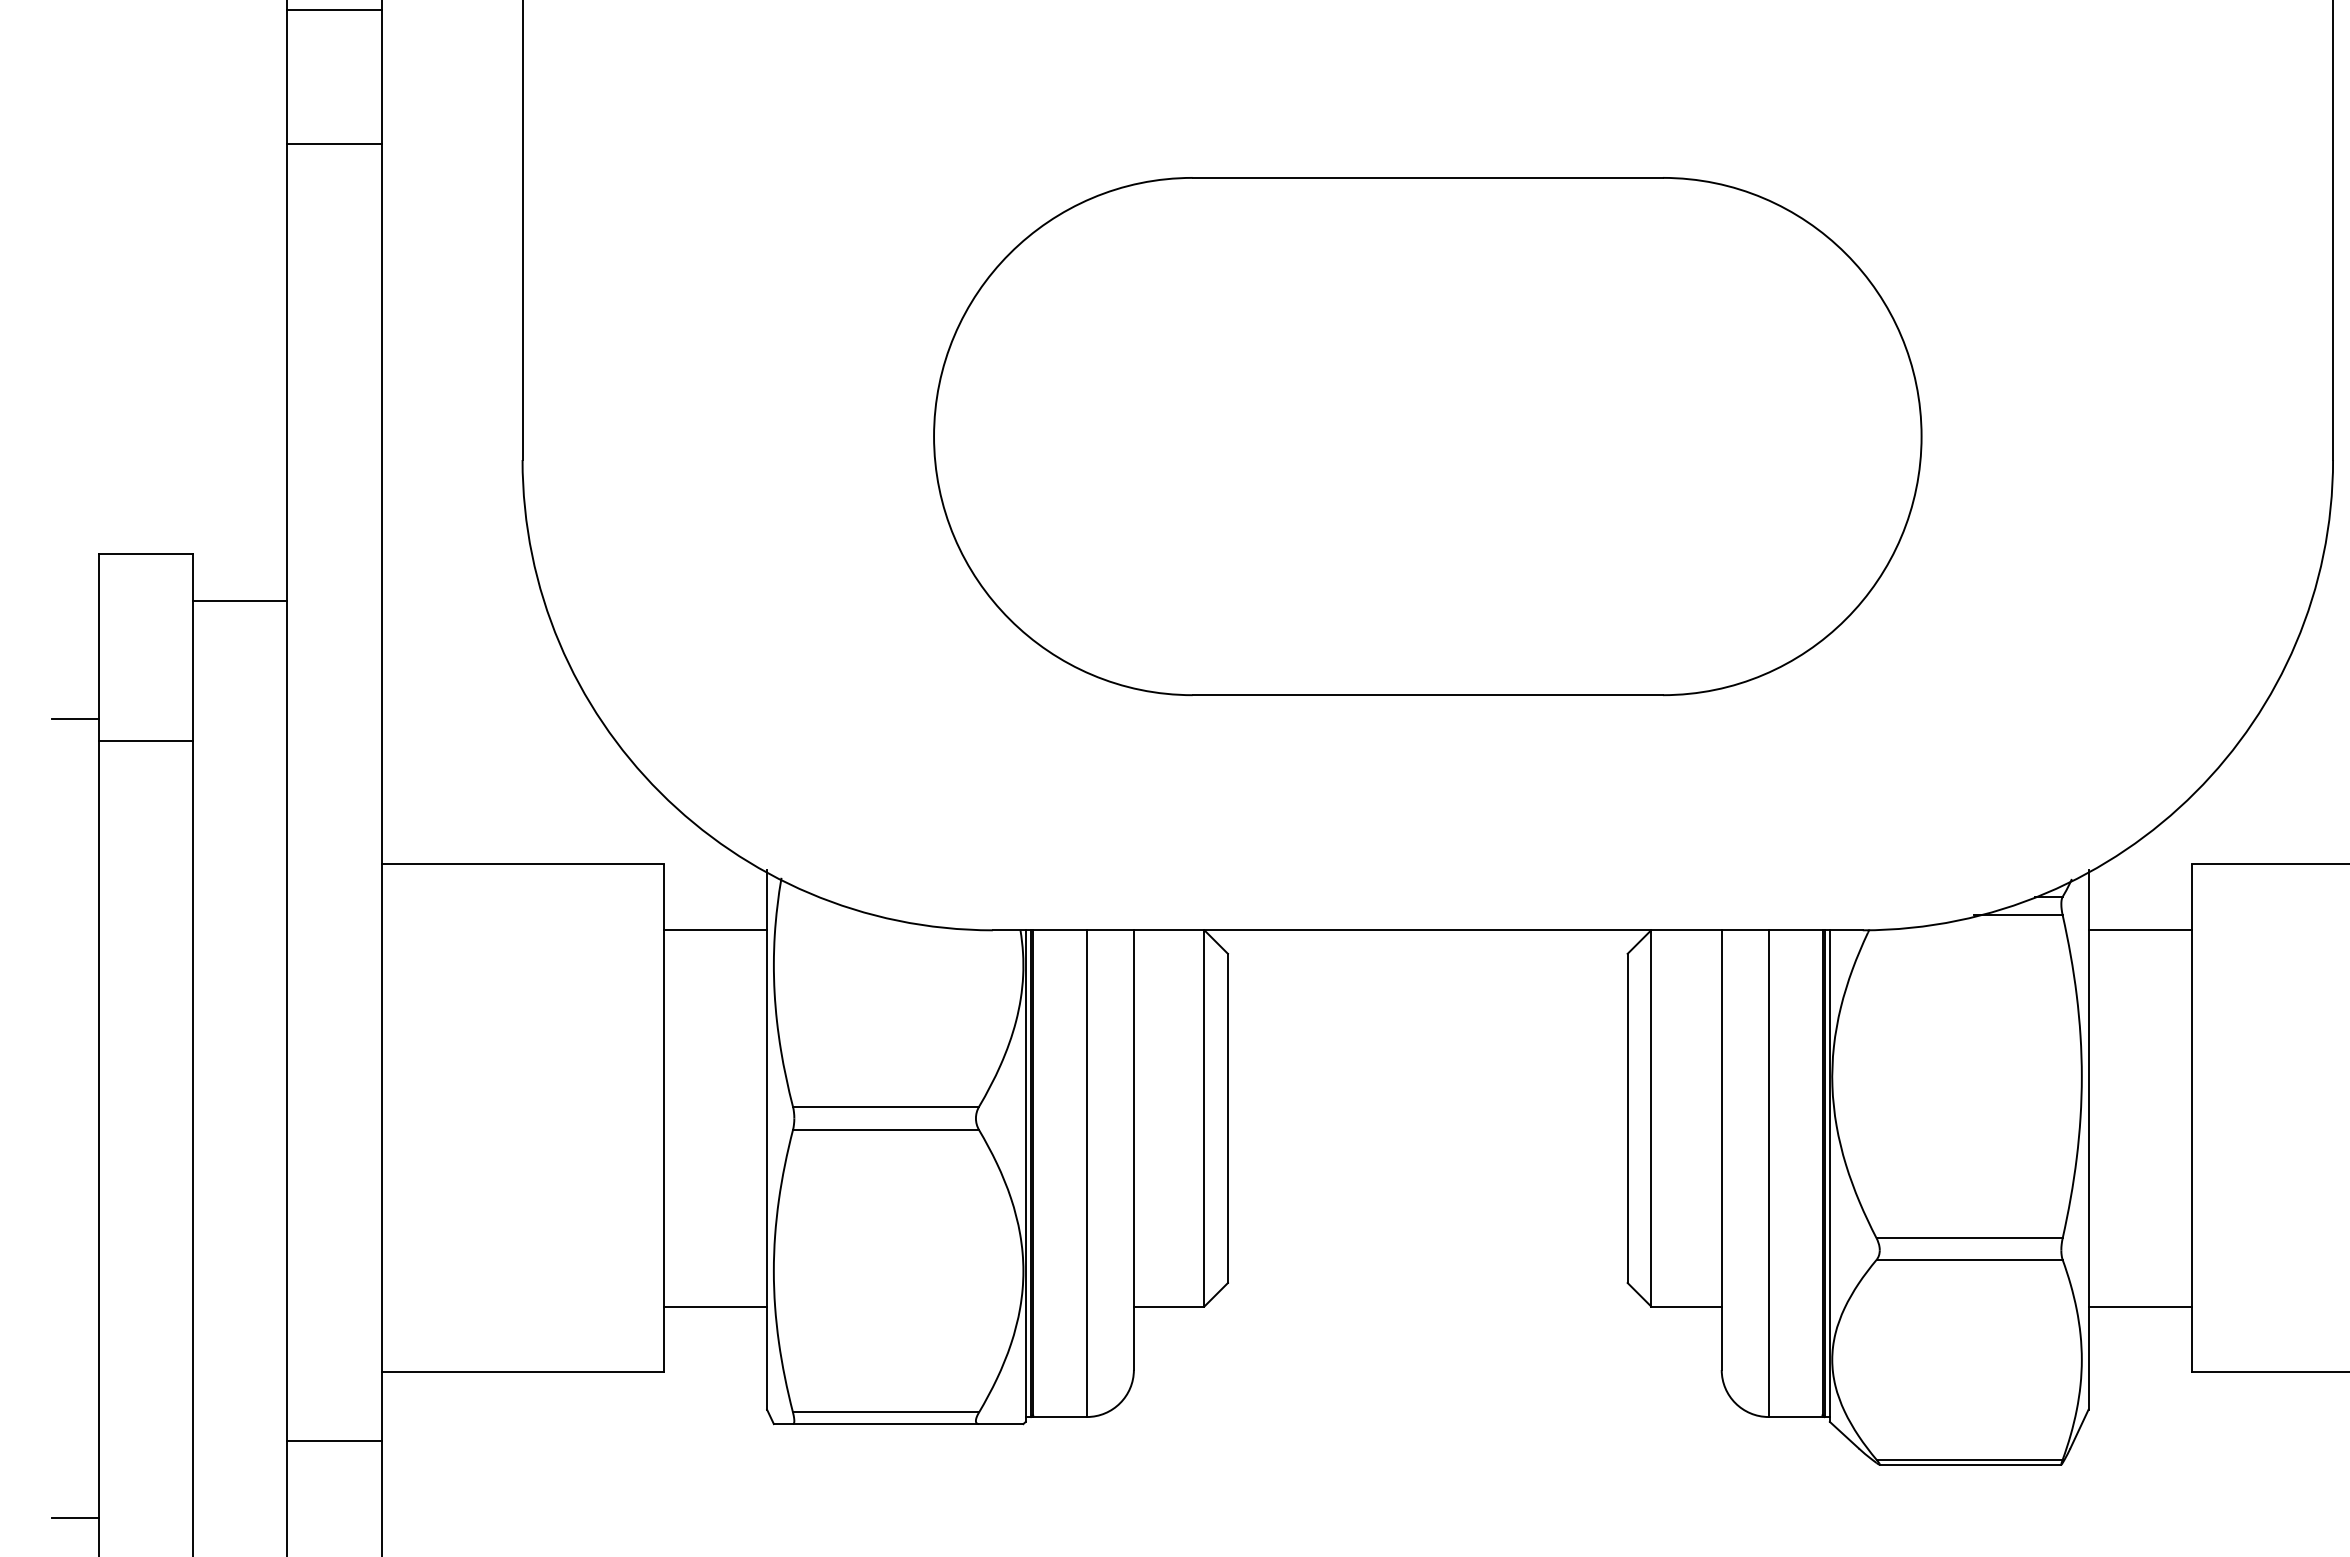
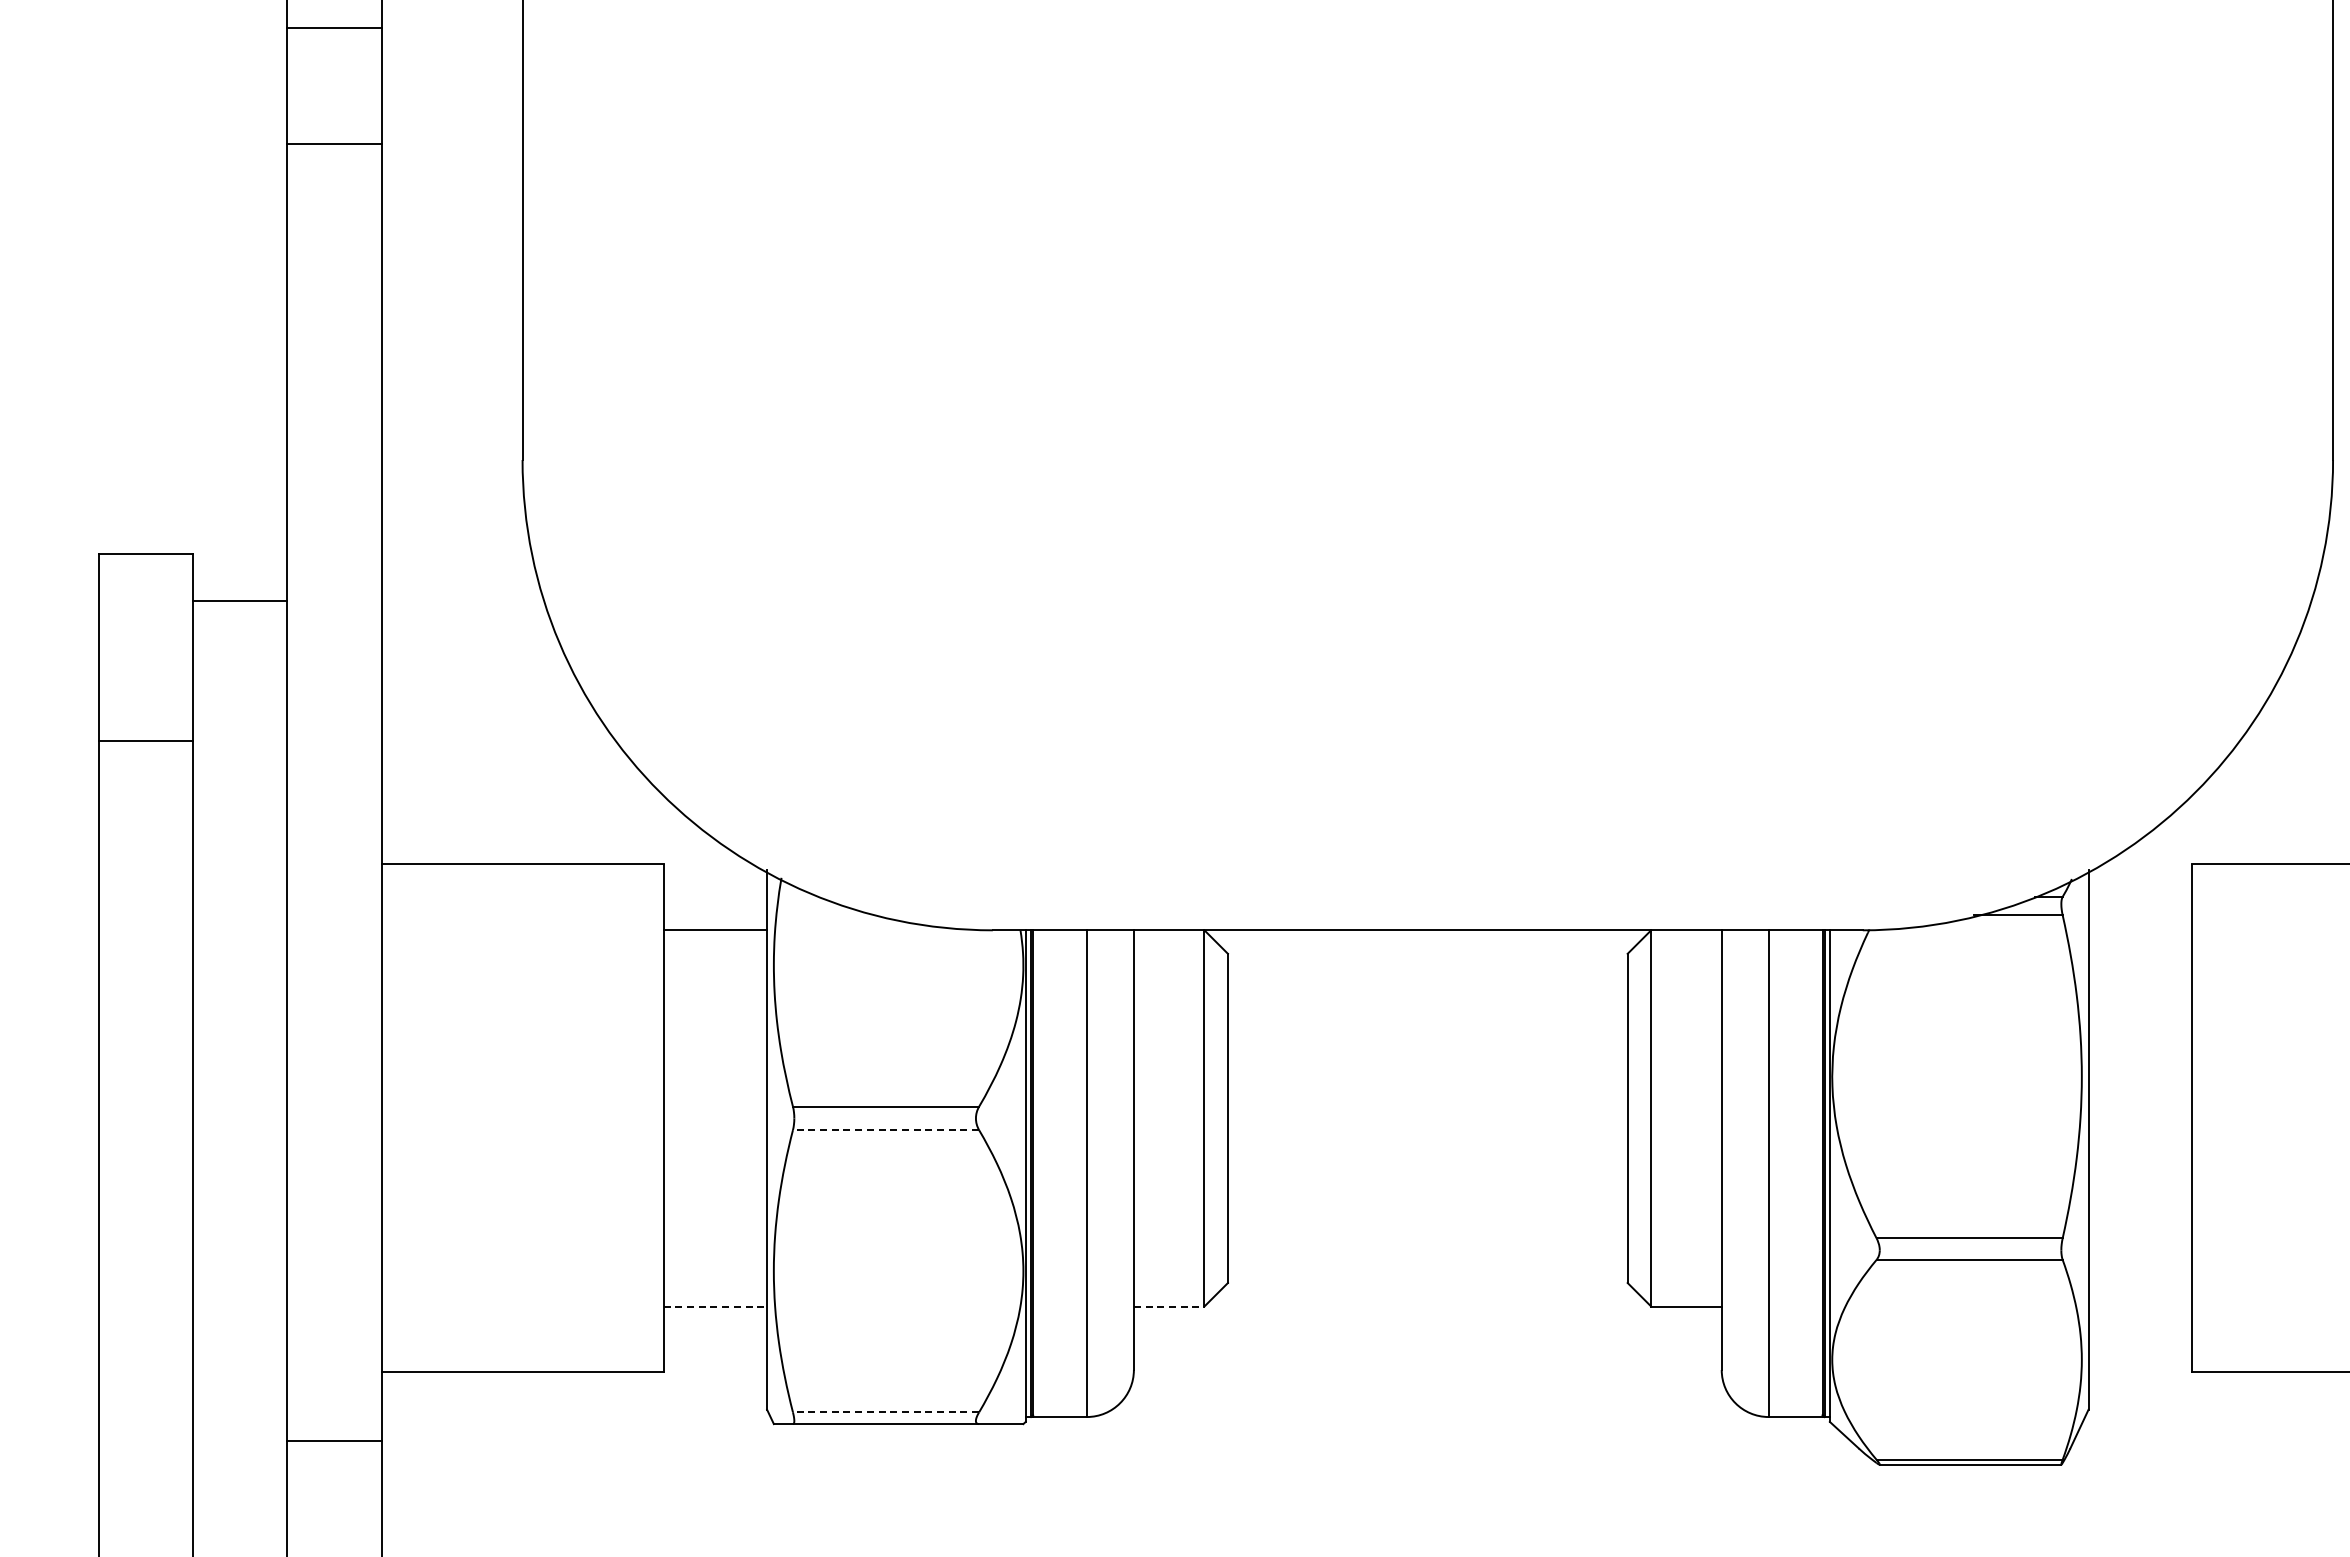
line at (334, 9) position: (334, 9) -> (334, 27)
part at (1427, 436): present -> none
line at (75, 718): present -> none
line at (2139, 930): present -> none
line at (885, 1130): solid -> dashed
line at (715, 1306): solid -> dashed
line at (1169, 1306): solid -> dashed
line at (2139, 1306): present -> none
line at (885, 1412): solid -> dashed
line at (75, 1518): present -> none
